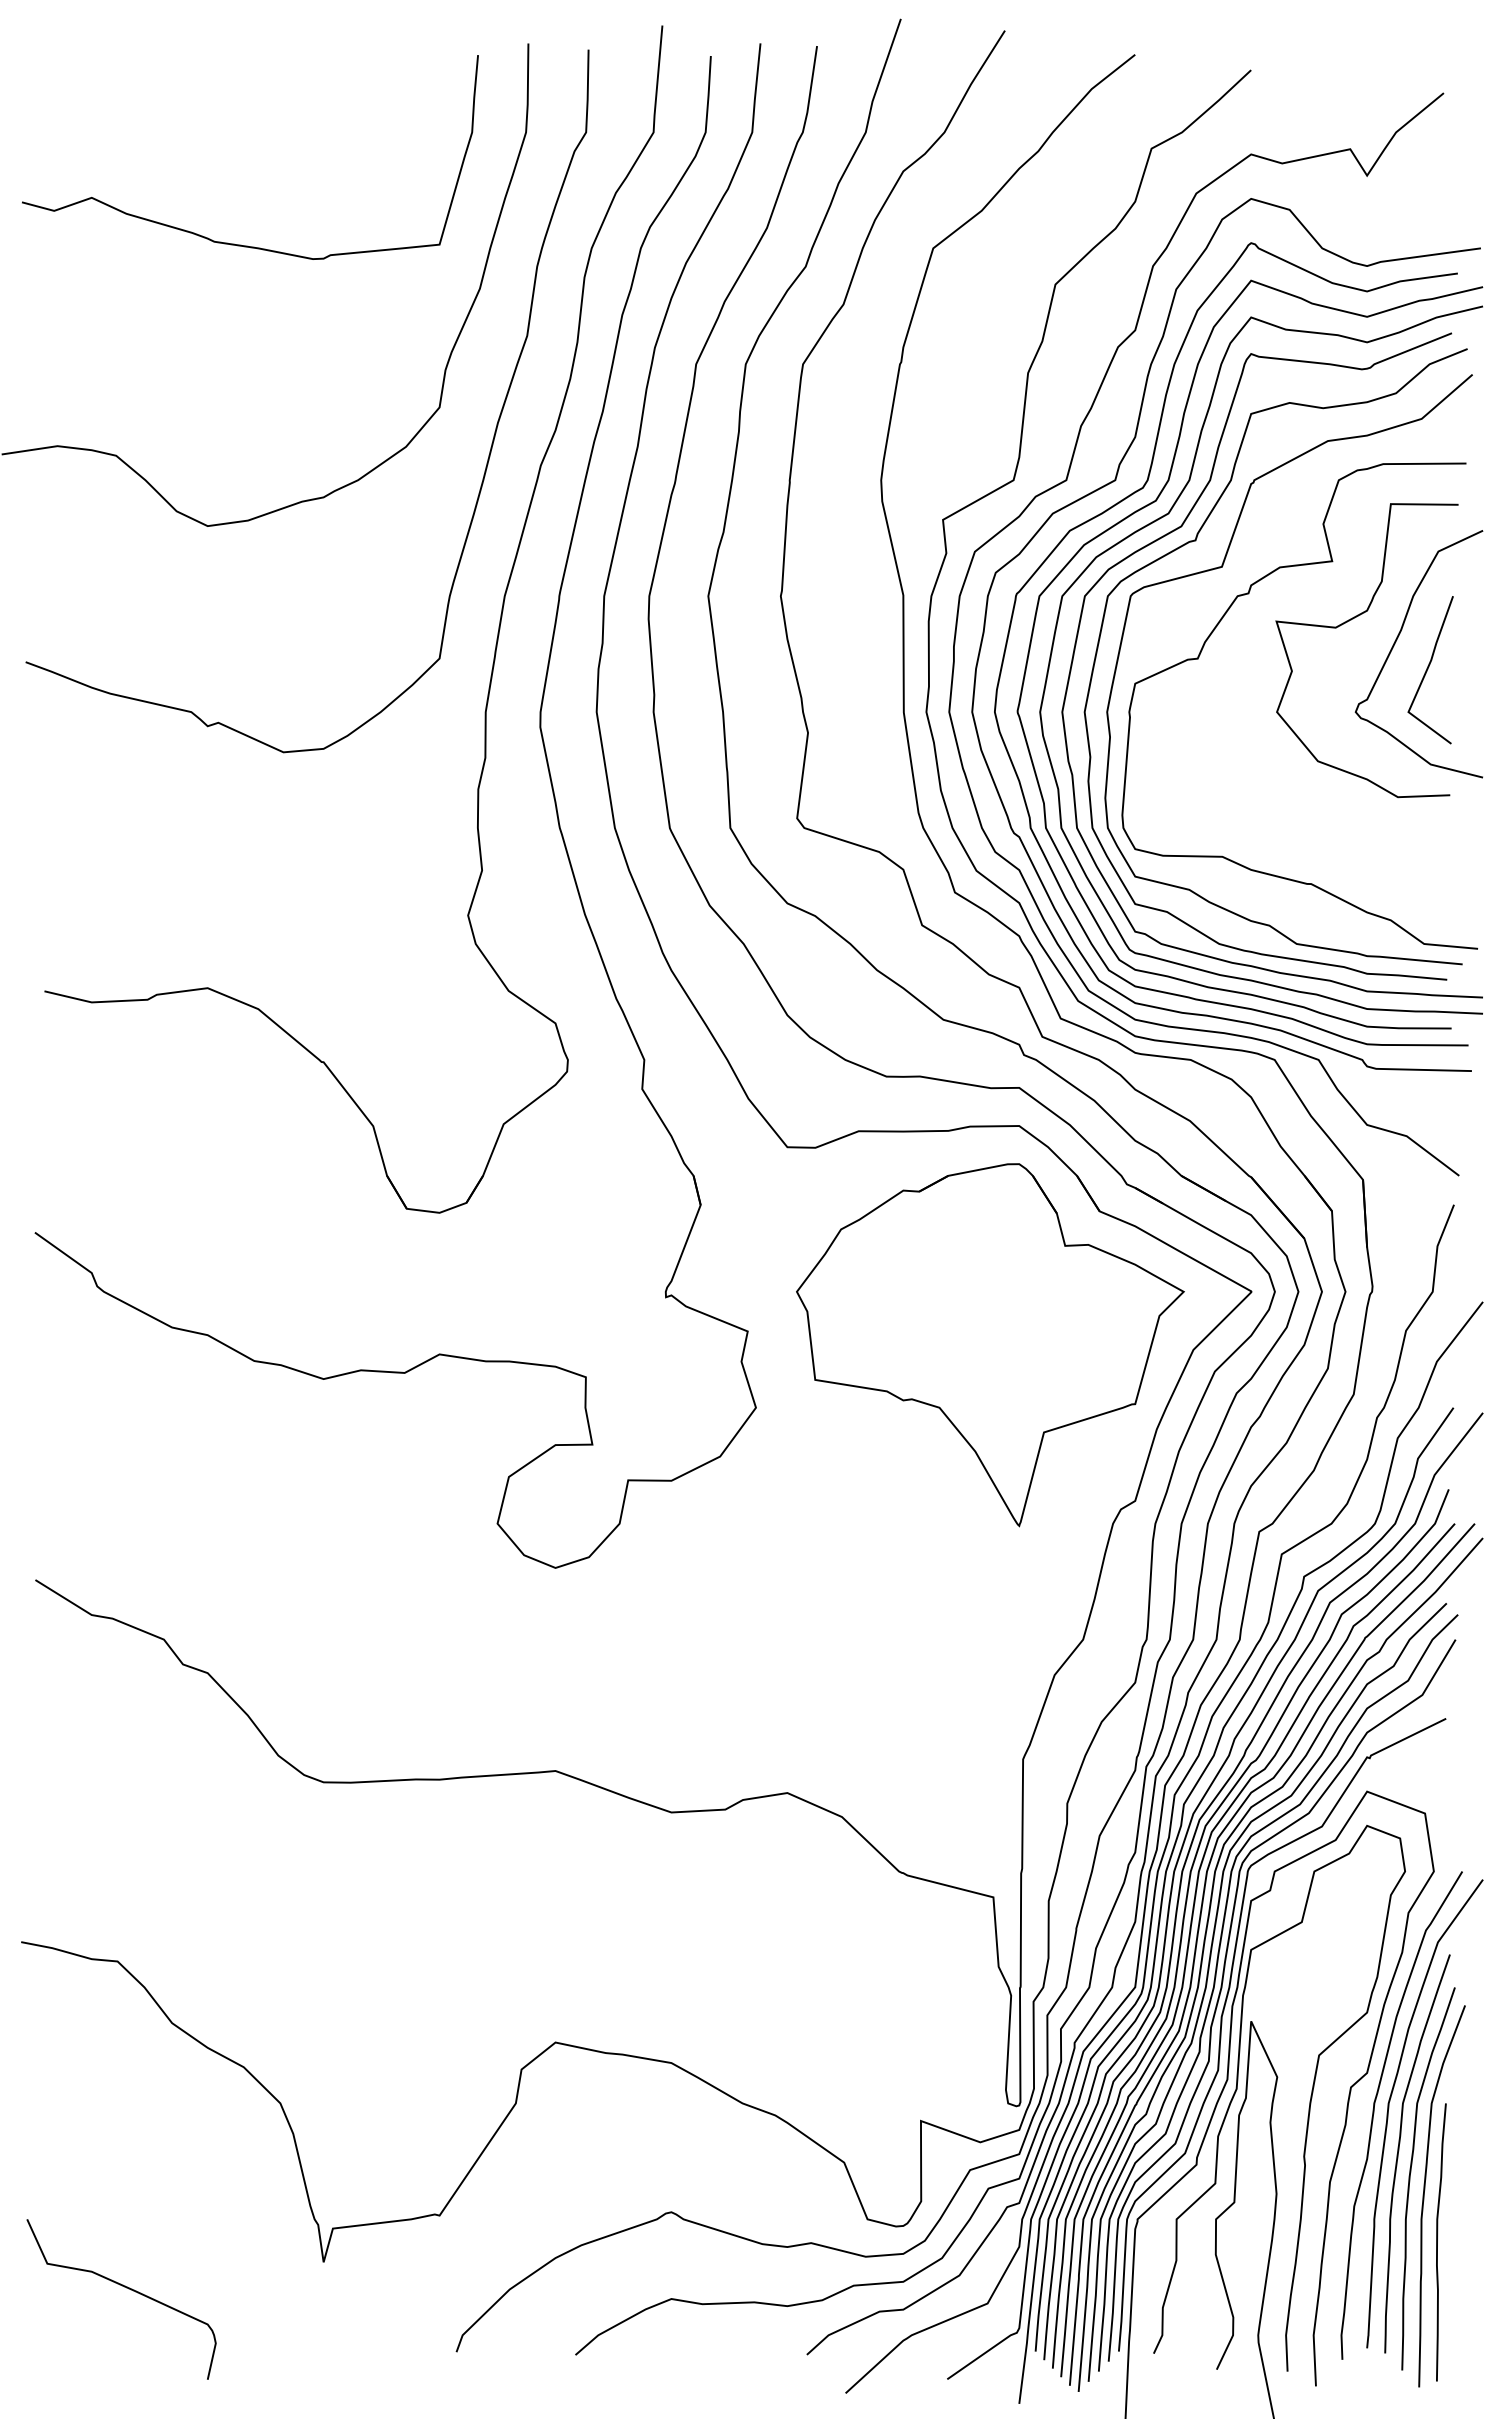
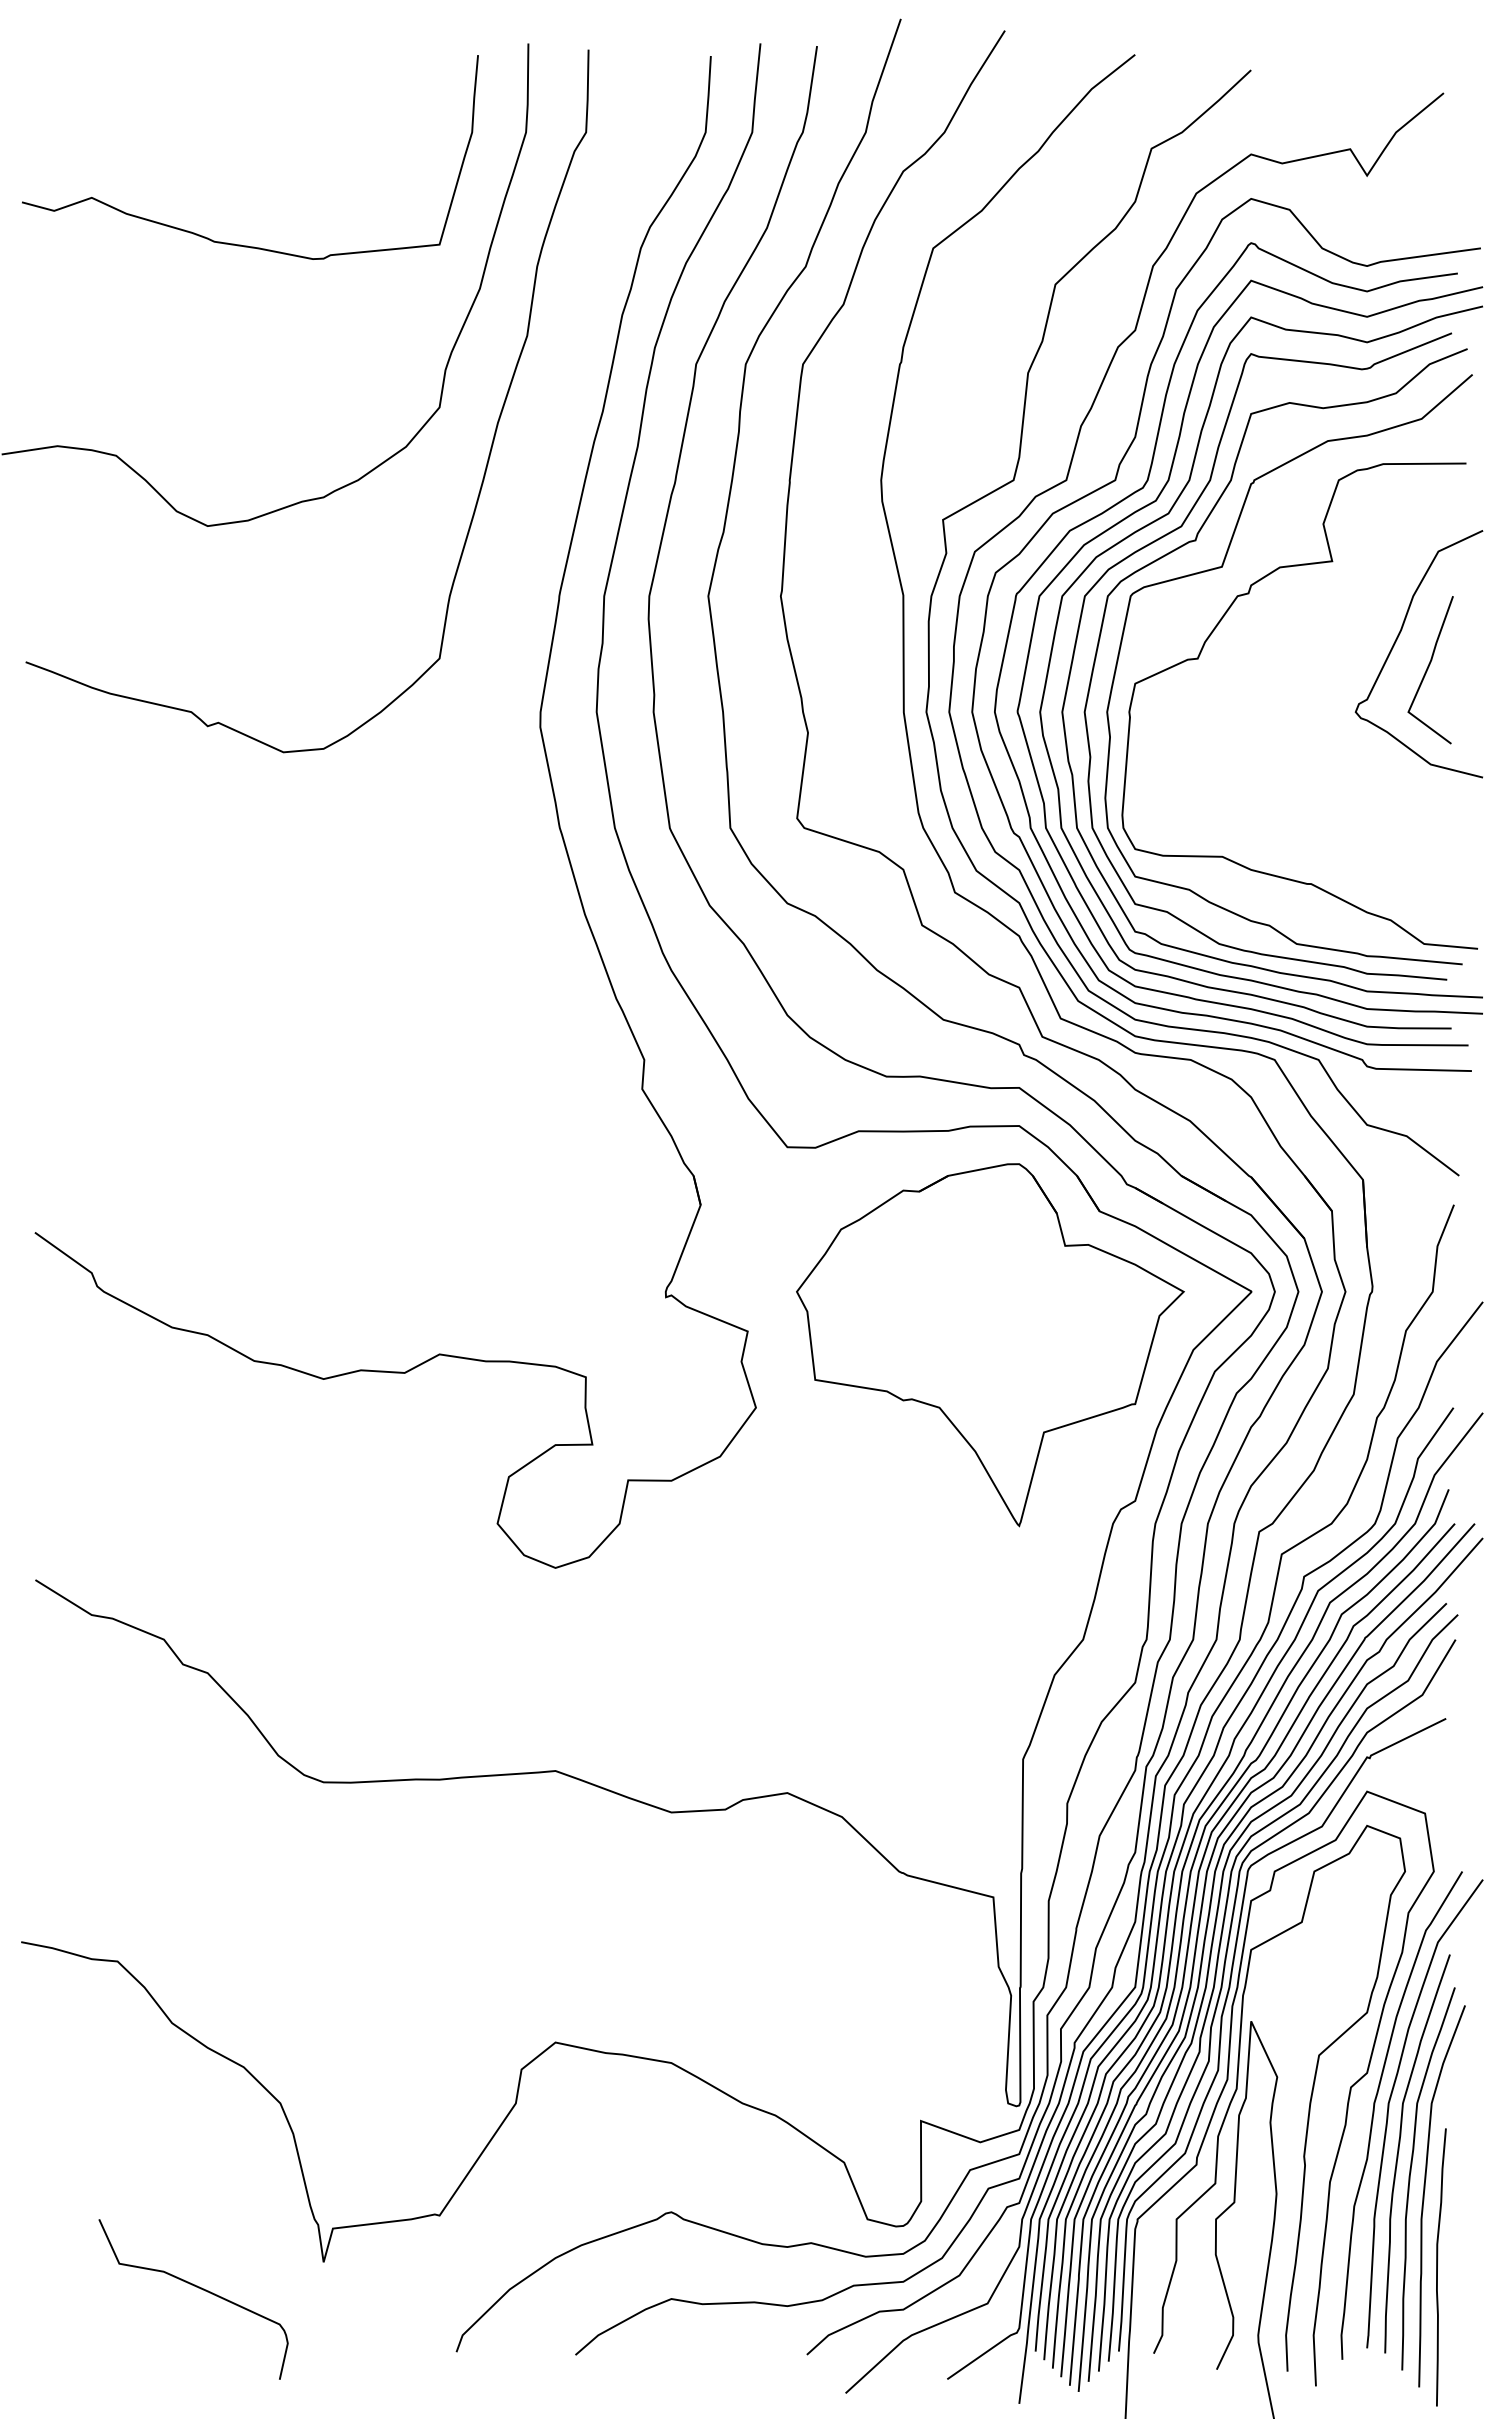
curve at (1351, 620): present -> none
part at (495, 644): present -> none
curve at (1437, 2242) position: (1437, 2242) -> (1437, 2267)
curve at (126, 2288) position: (126, 2288) -> (198, 2288)
